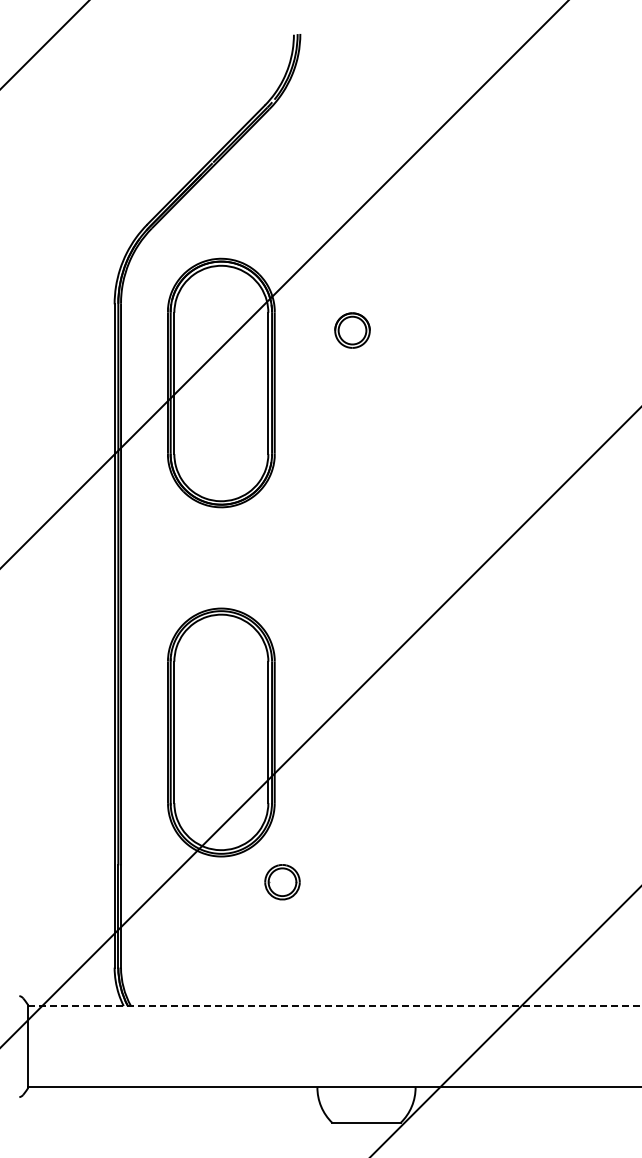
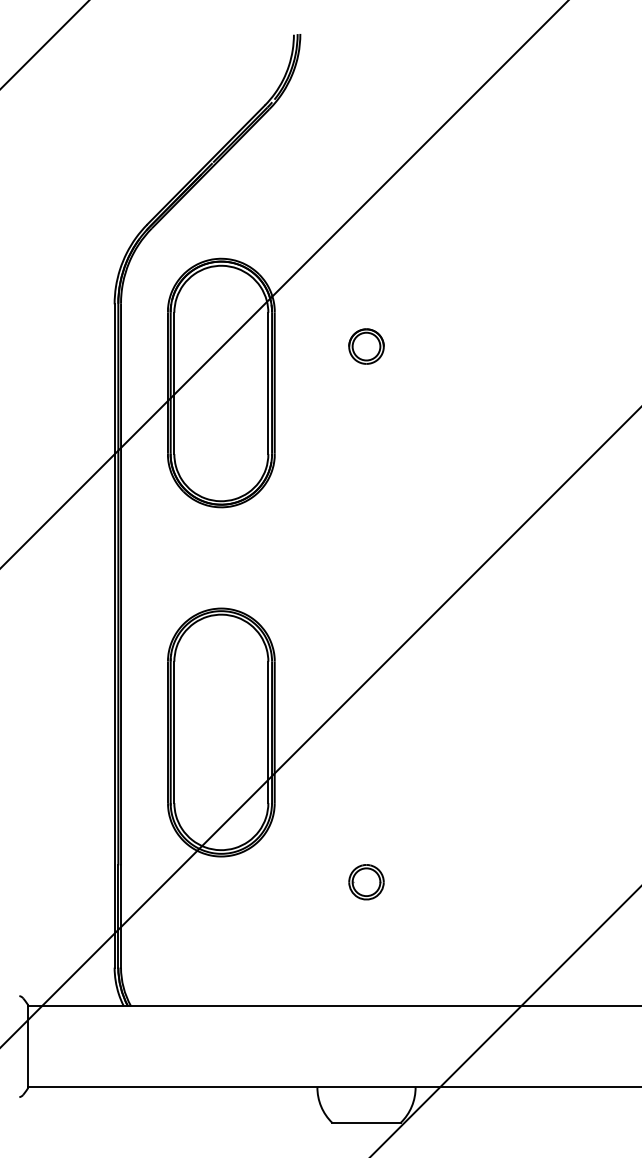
part at (352, 330) position: (352, 330) -> (366, 346)
part at (282, 882) position: (282, 882) -> (366, 882)
line at (334, 1006): dashed -> solid
